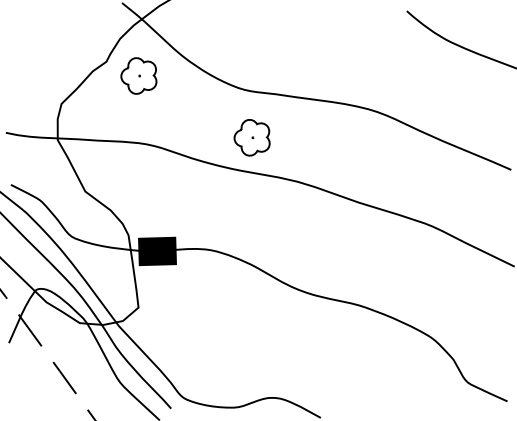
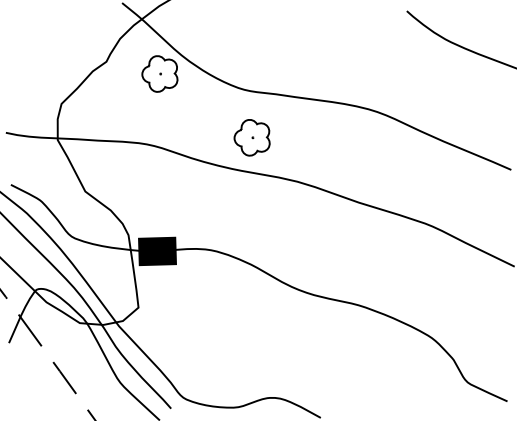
part at (138, 75) position: (138, 75) -> (159, 73)
